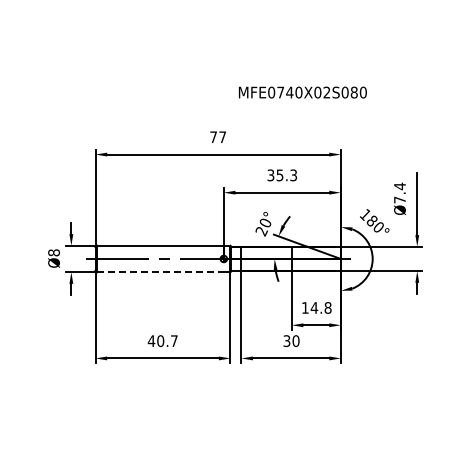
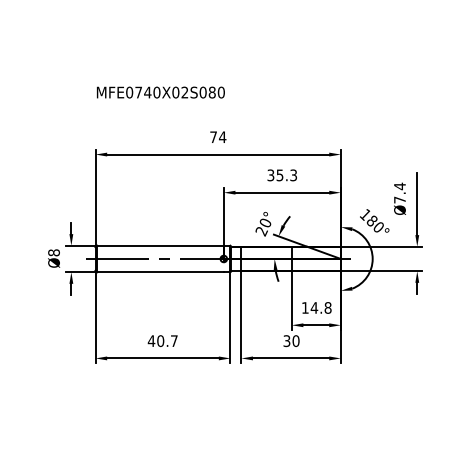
text at (302, 92) position: (302, 92) -> (160, 92)
text at (222, 136): 77 -> 74
line at (161, 272): dashed -> solid
